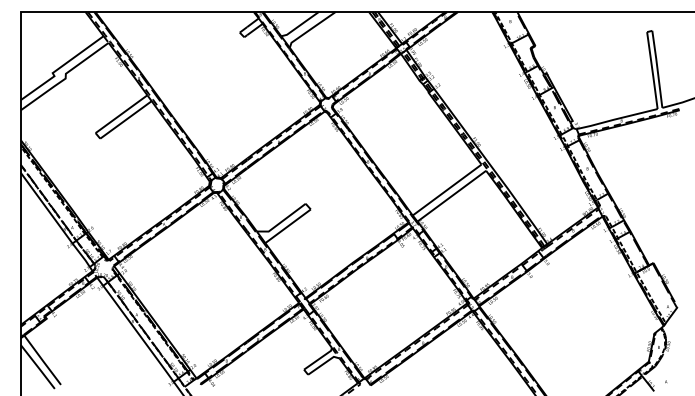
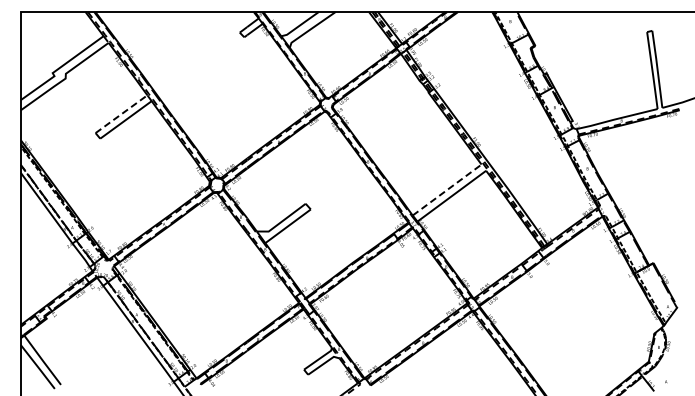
line at (121, 113): solid -> dashed
line at (447, 190): solid -> dashed
